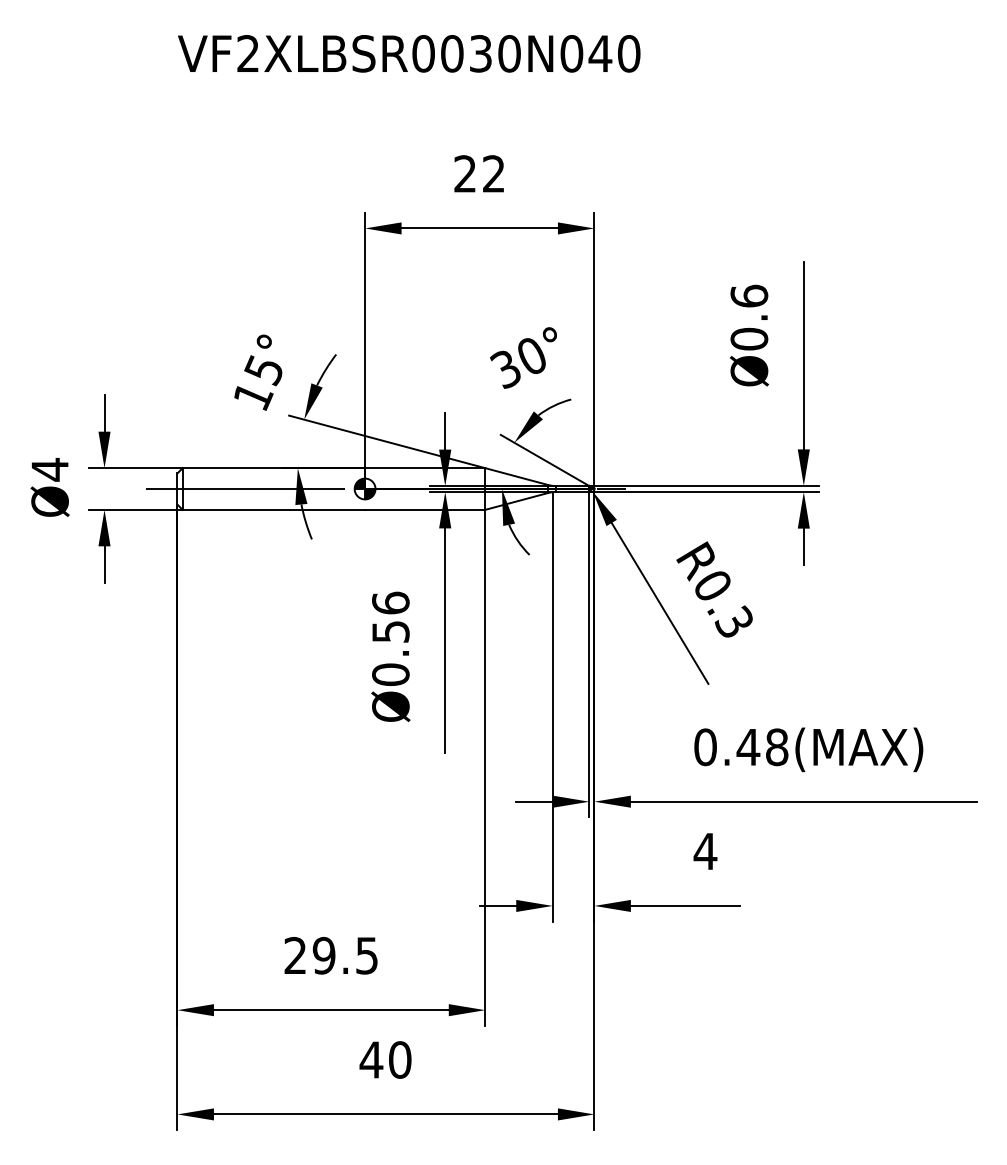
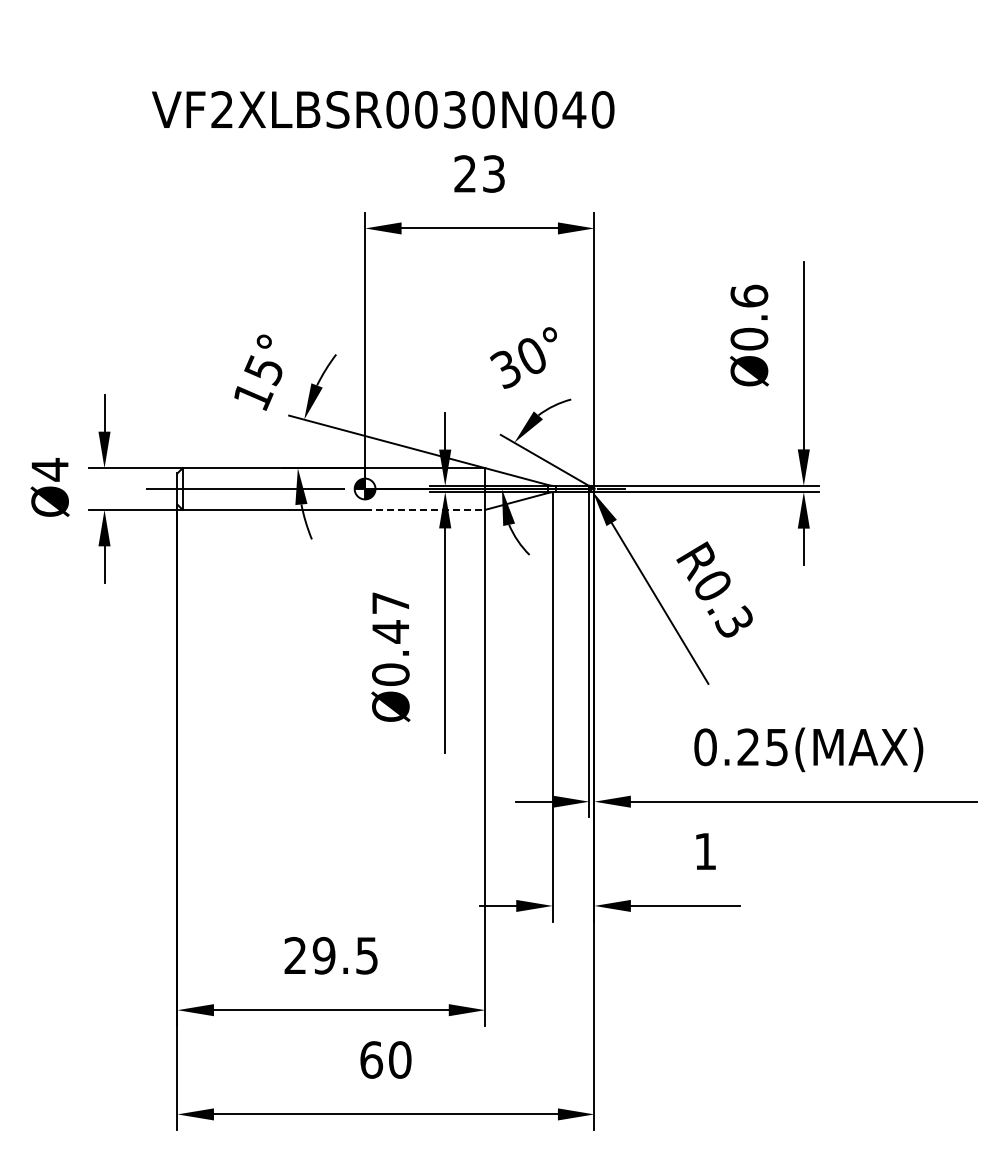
text at (409, 53) position: (409, 53) -> (383, 109)
text at (493, 173): 22 -> 23
line at (425, 509): solid -> dashed
text at (390, 617): Ø0.56 -> Ø0.47
text at (762, 747): 0.48(MAX) -> 0.25(MAX)
text at (705, 851): 4 -> 1
text at (371, 1059): 40 -> 60
